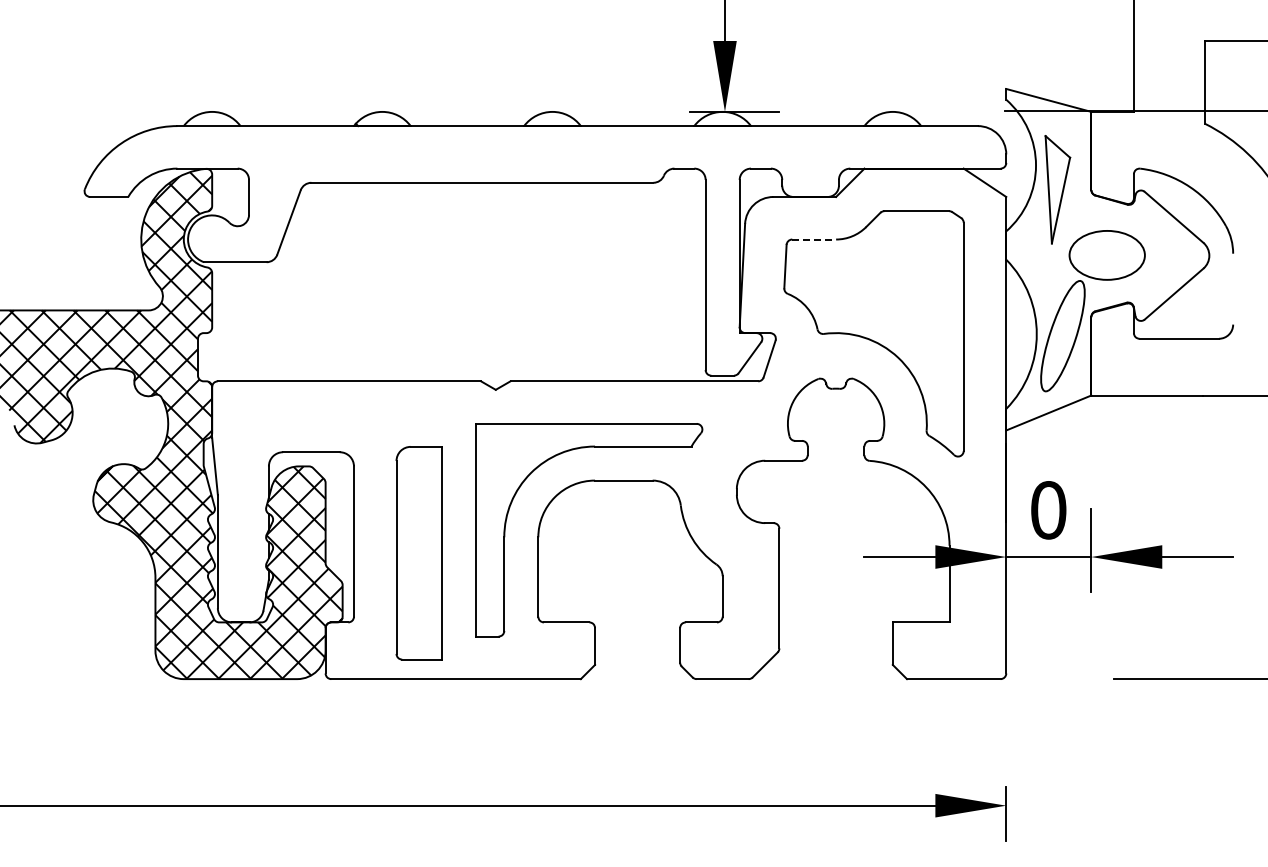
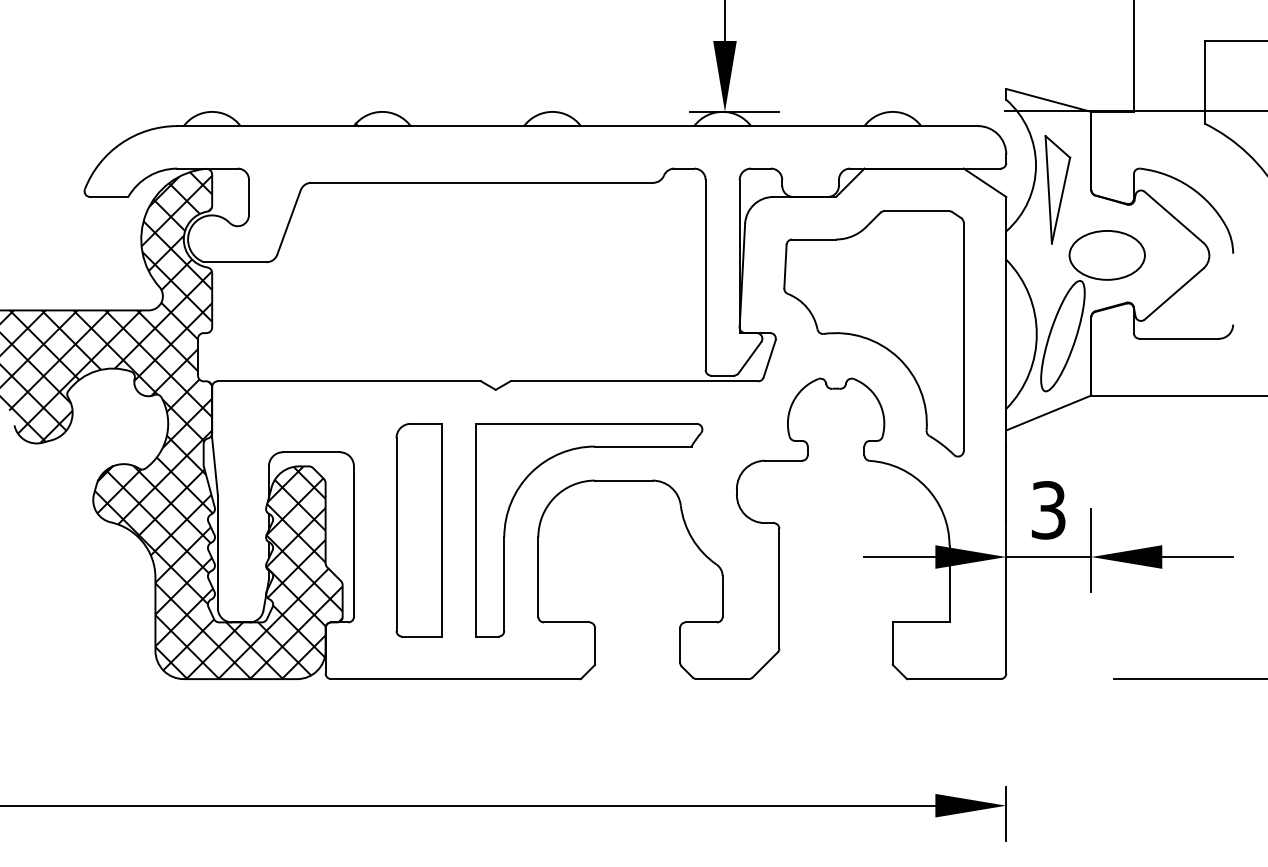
line at (814, 239): dashed -> solid
text at (1048, 510): 0 -> 3
part at (418, 553) position: (418, 553) -> (418, 530)
